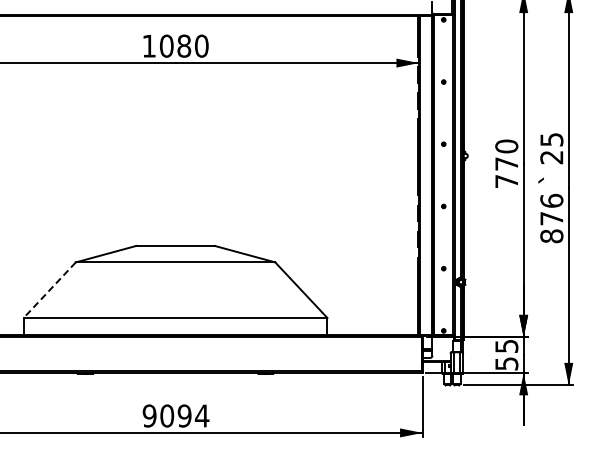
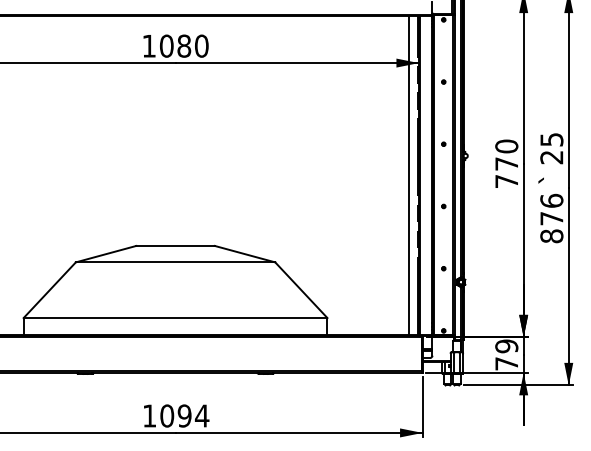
line at (409, 175): none -> present
line at (49, 290): dashed -> solid
text at (506, 354): 55 -> 79
text at (149, 415): 9094 -> 1094
